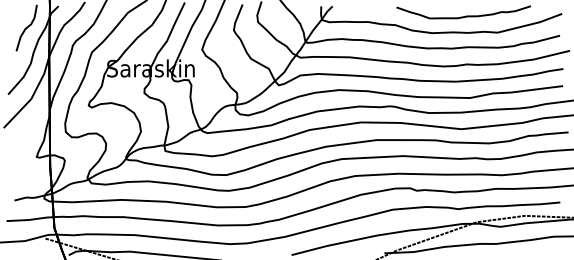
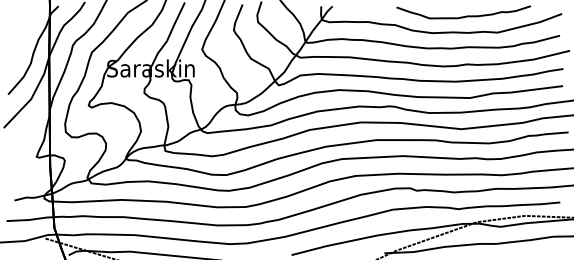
curve at (26, 27): present -> none
